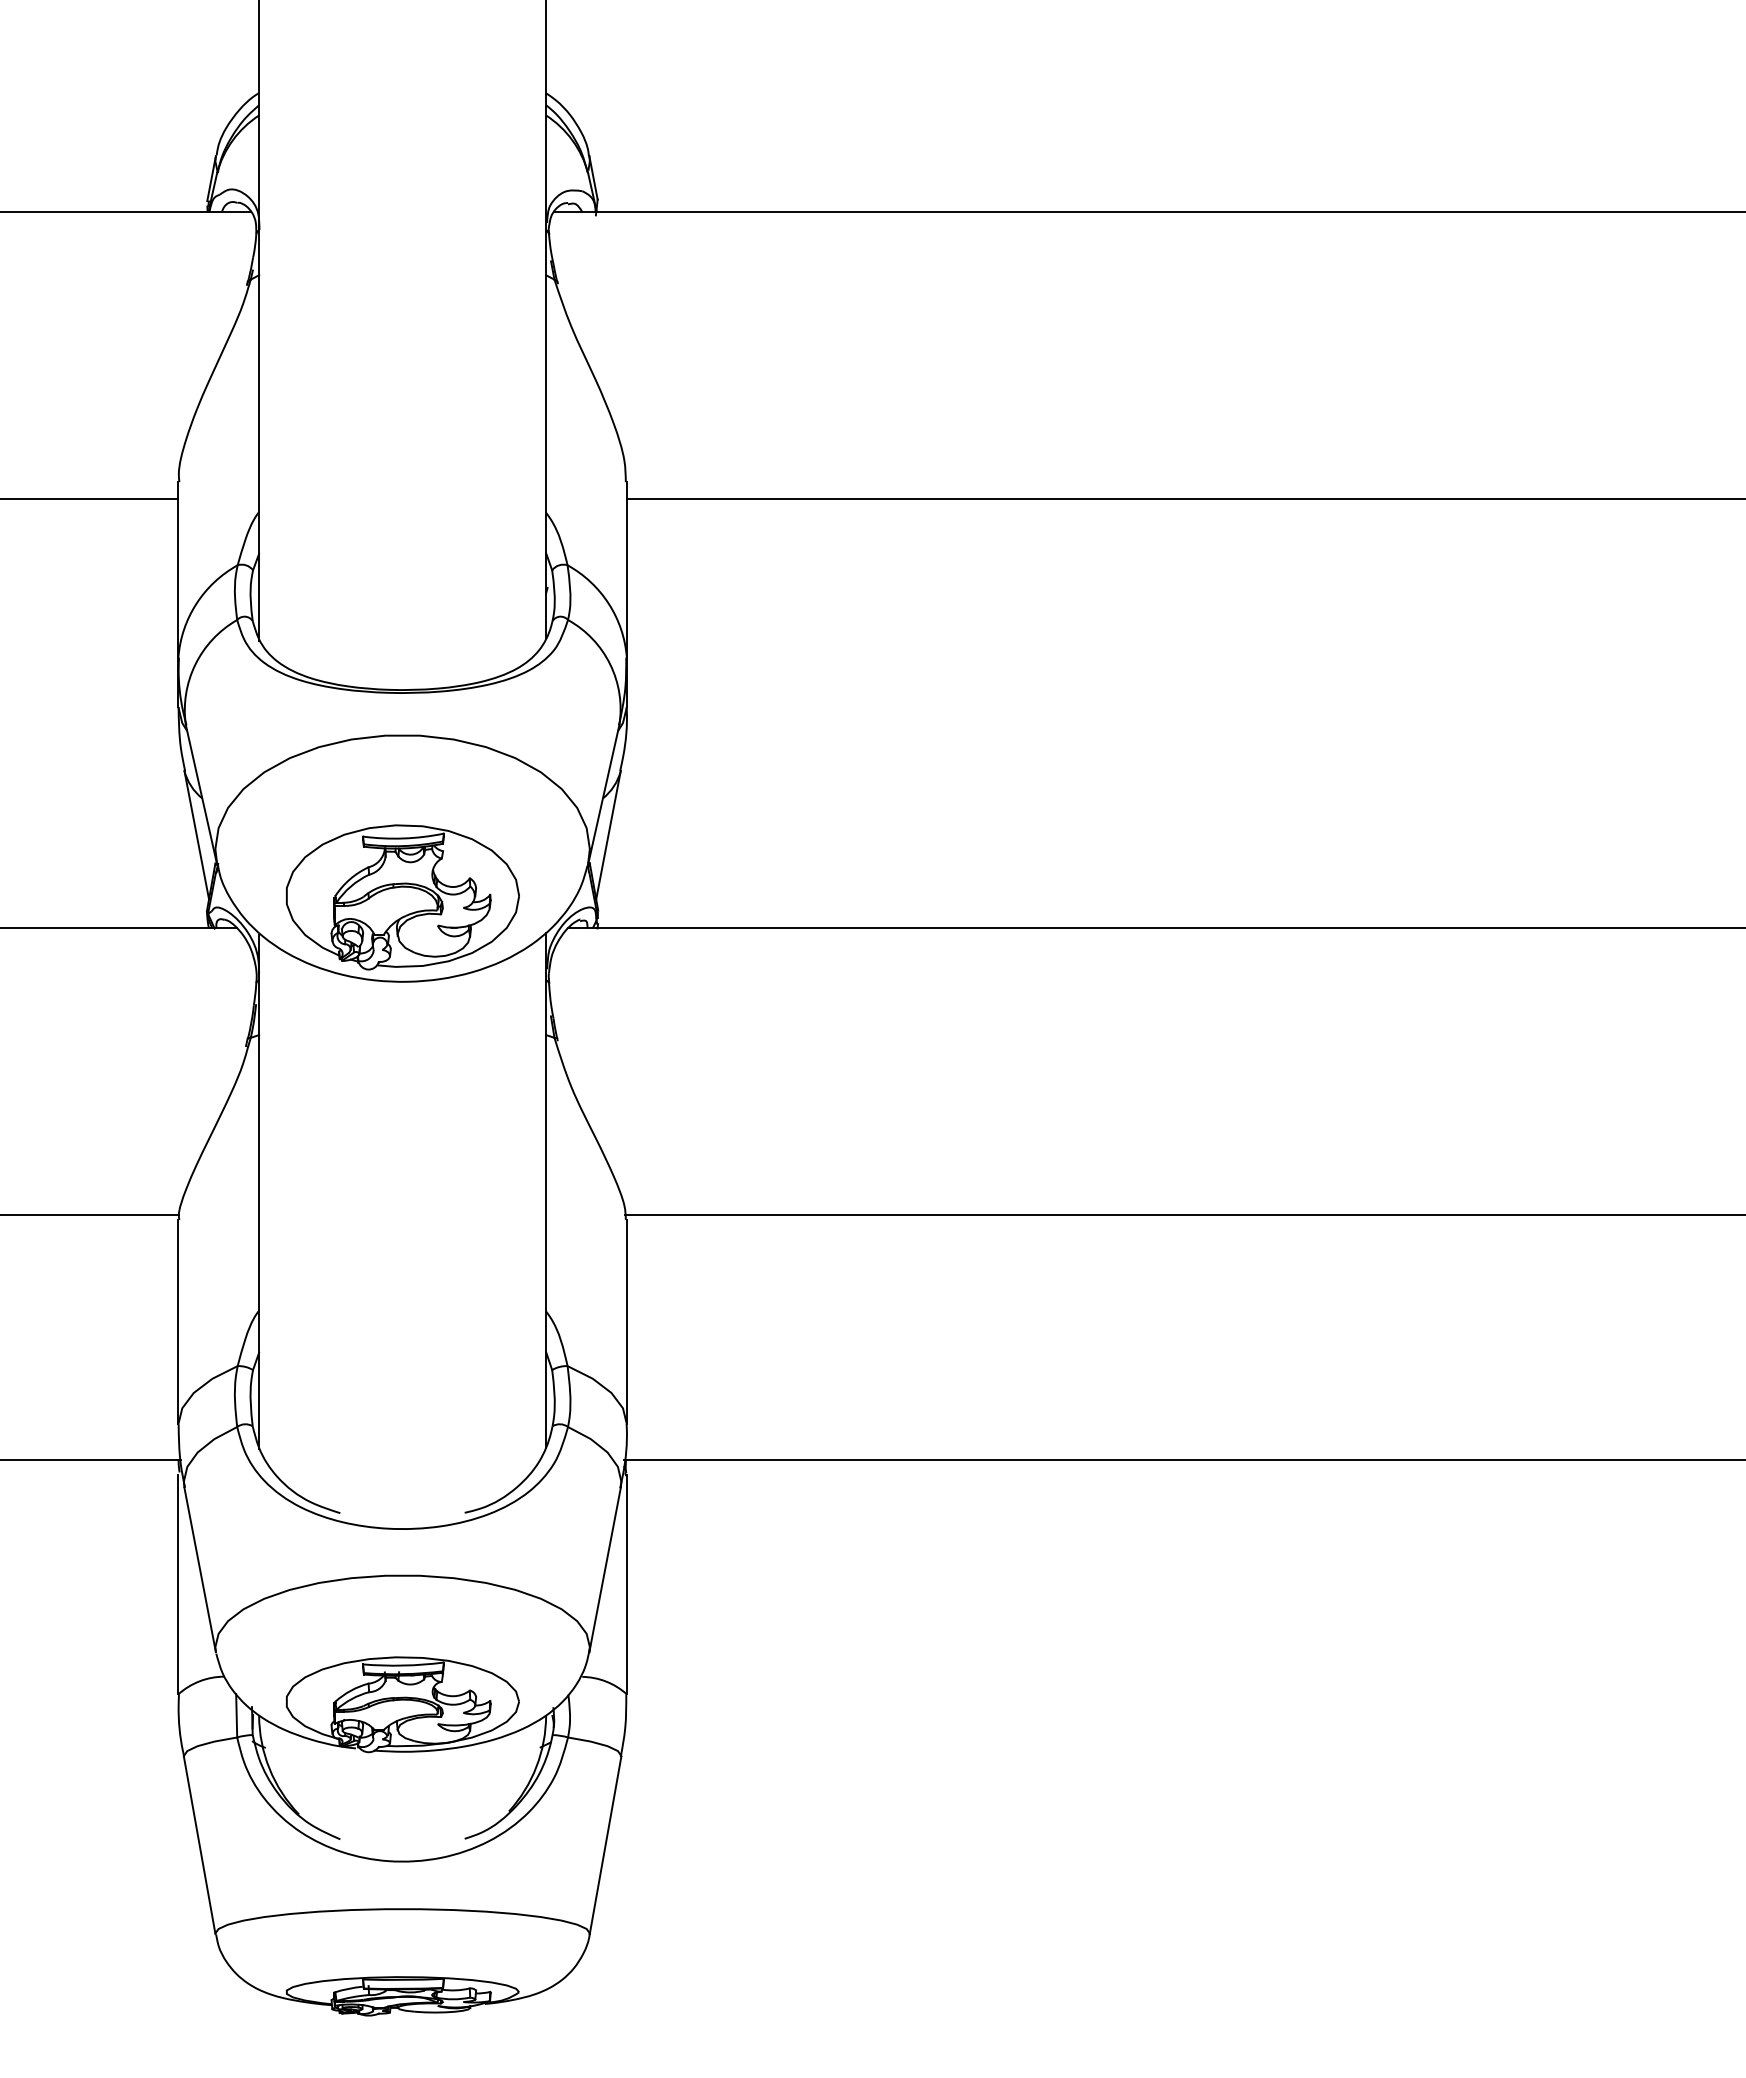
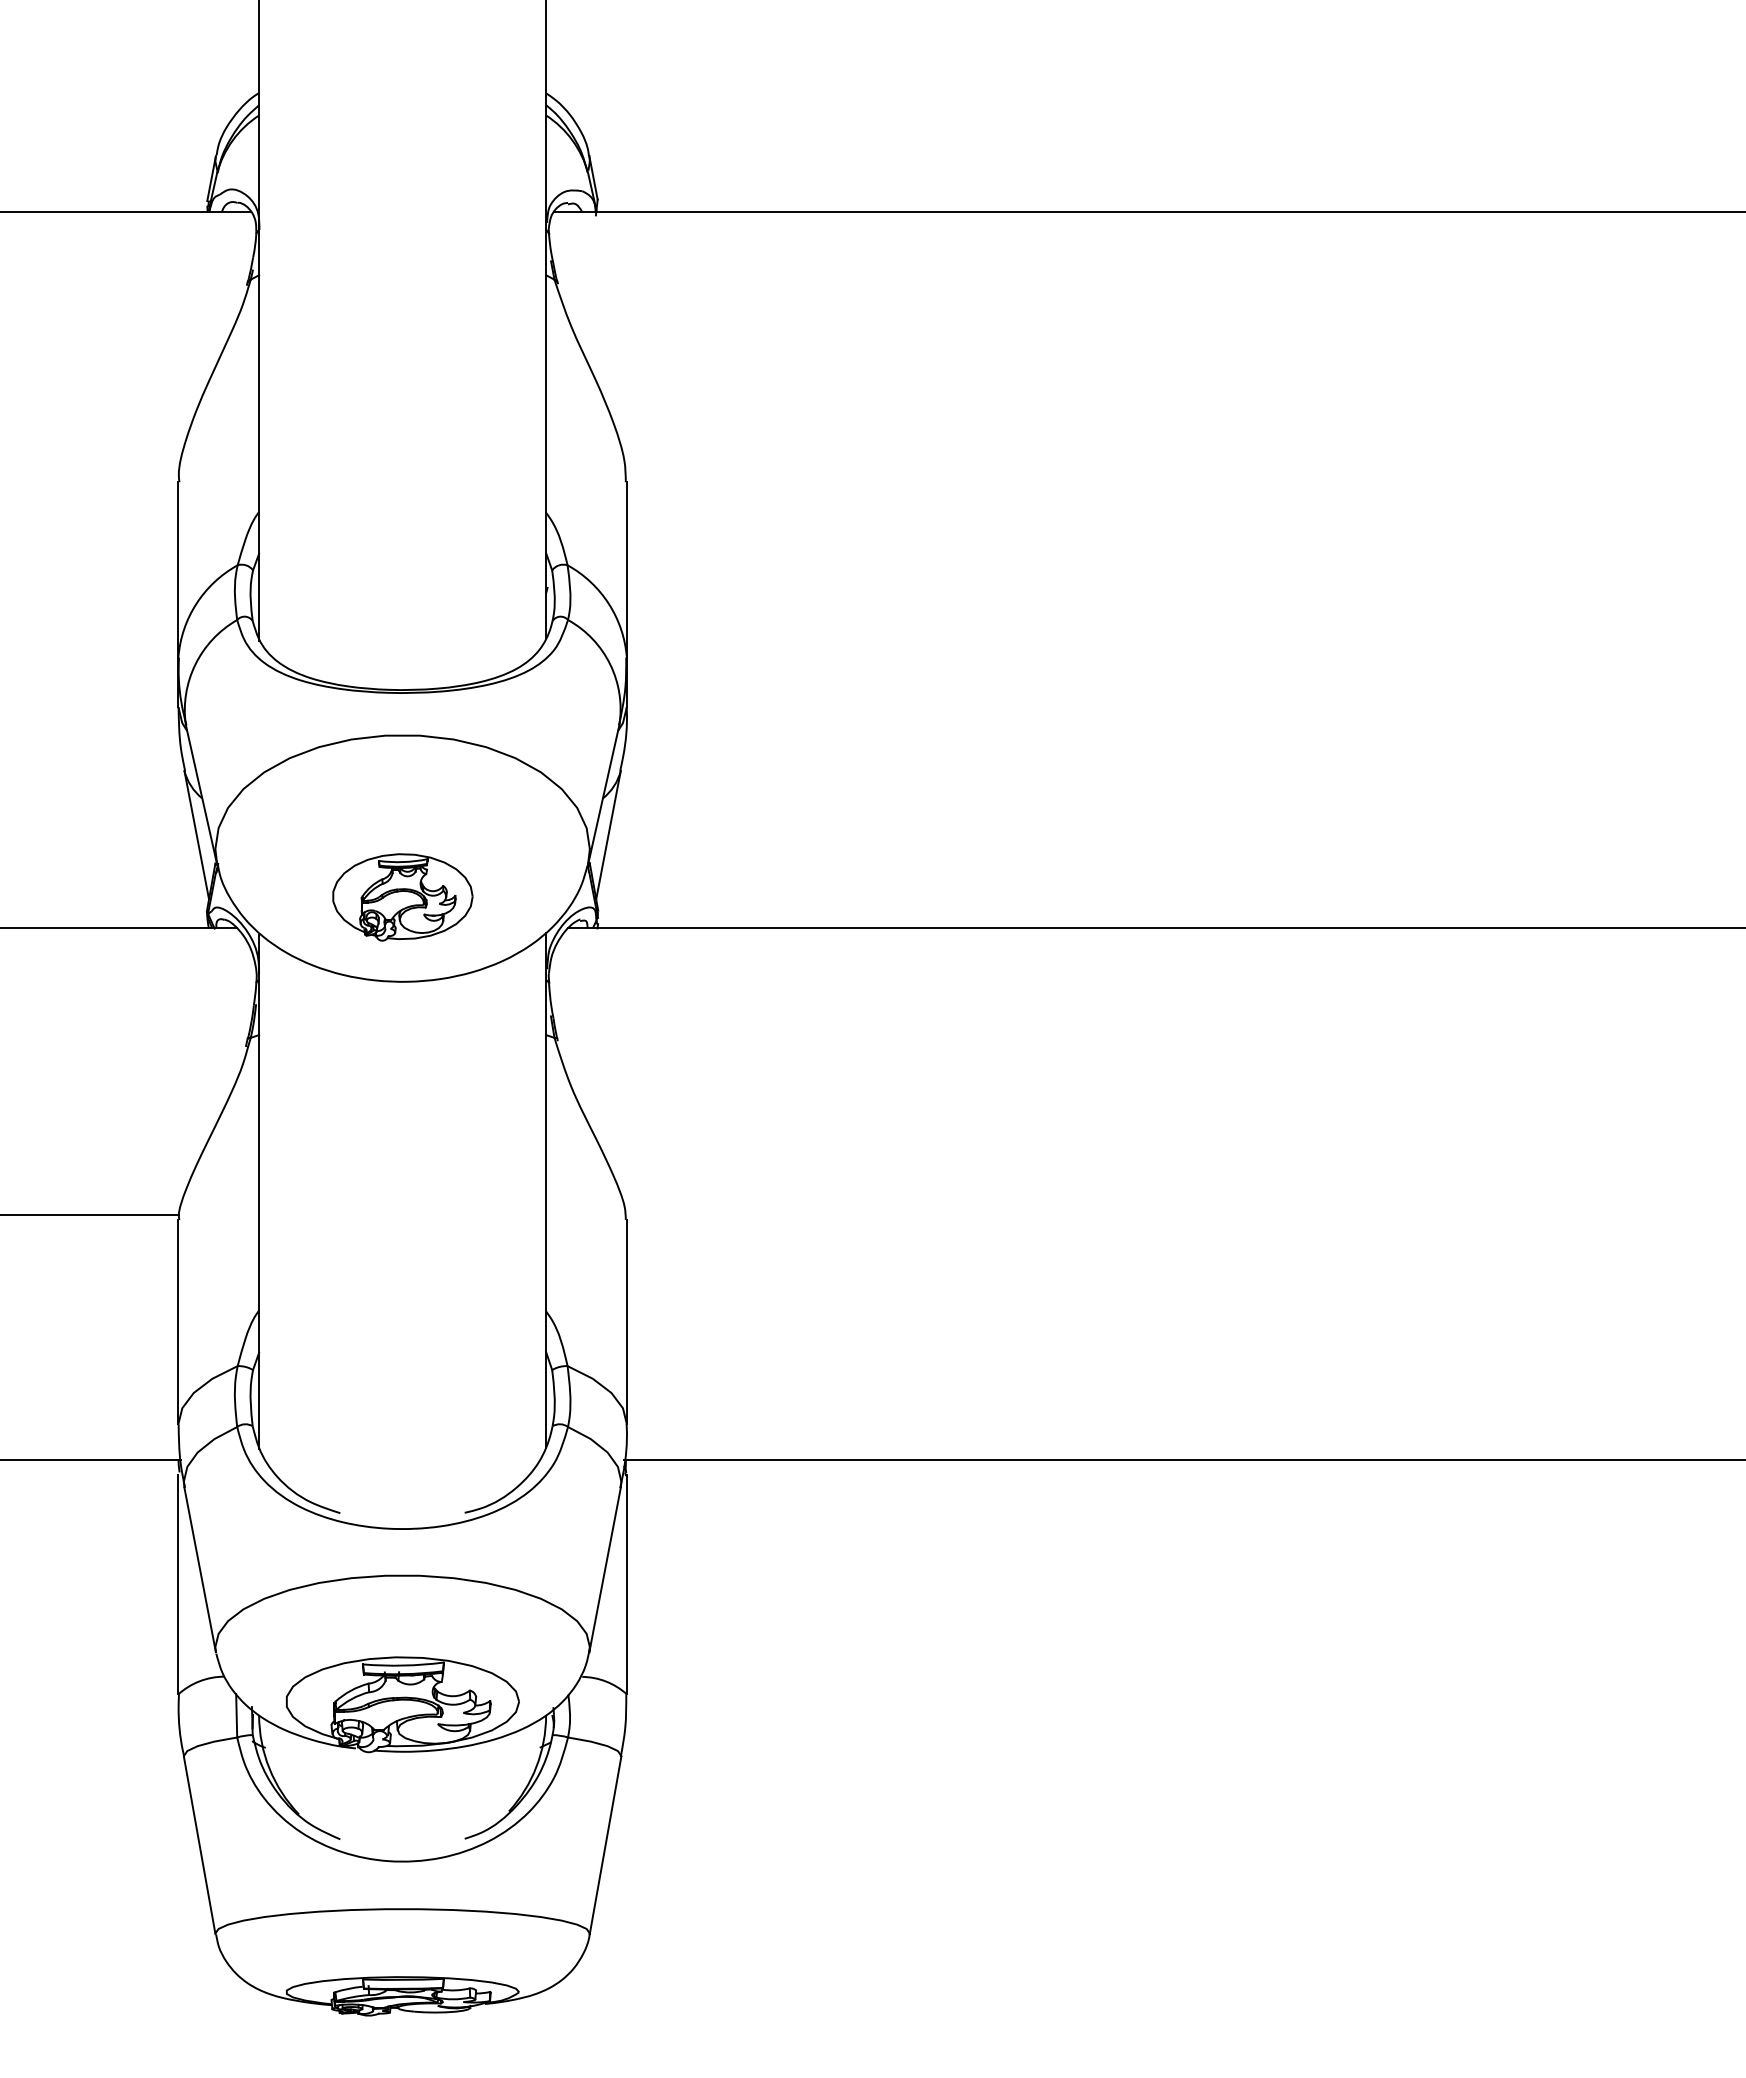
line at (90, 498): present -> none
line at (1184, 498): present -> none
part at (402, 897) size: 234x147 px -> 142x89 px
line at (1183, 1215): present -> none
